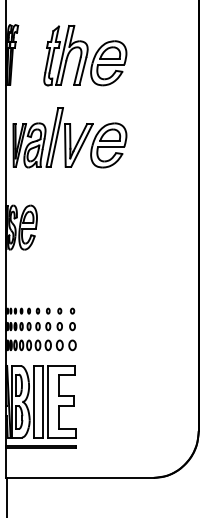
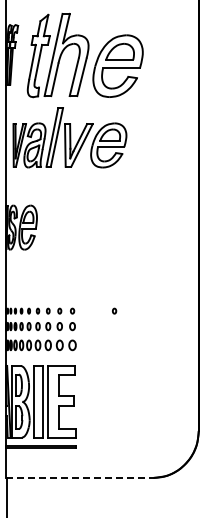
part at (85, 55) size: 85x62 px -> 118x87 px
part at (114, 310): none -> present
line at (79, 477): solid -> dashed
